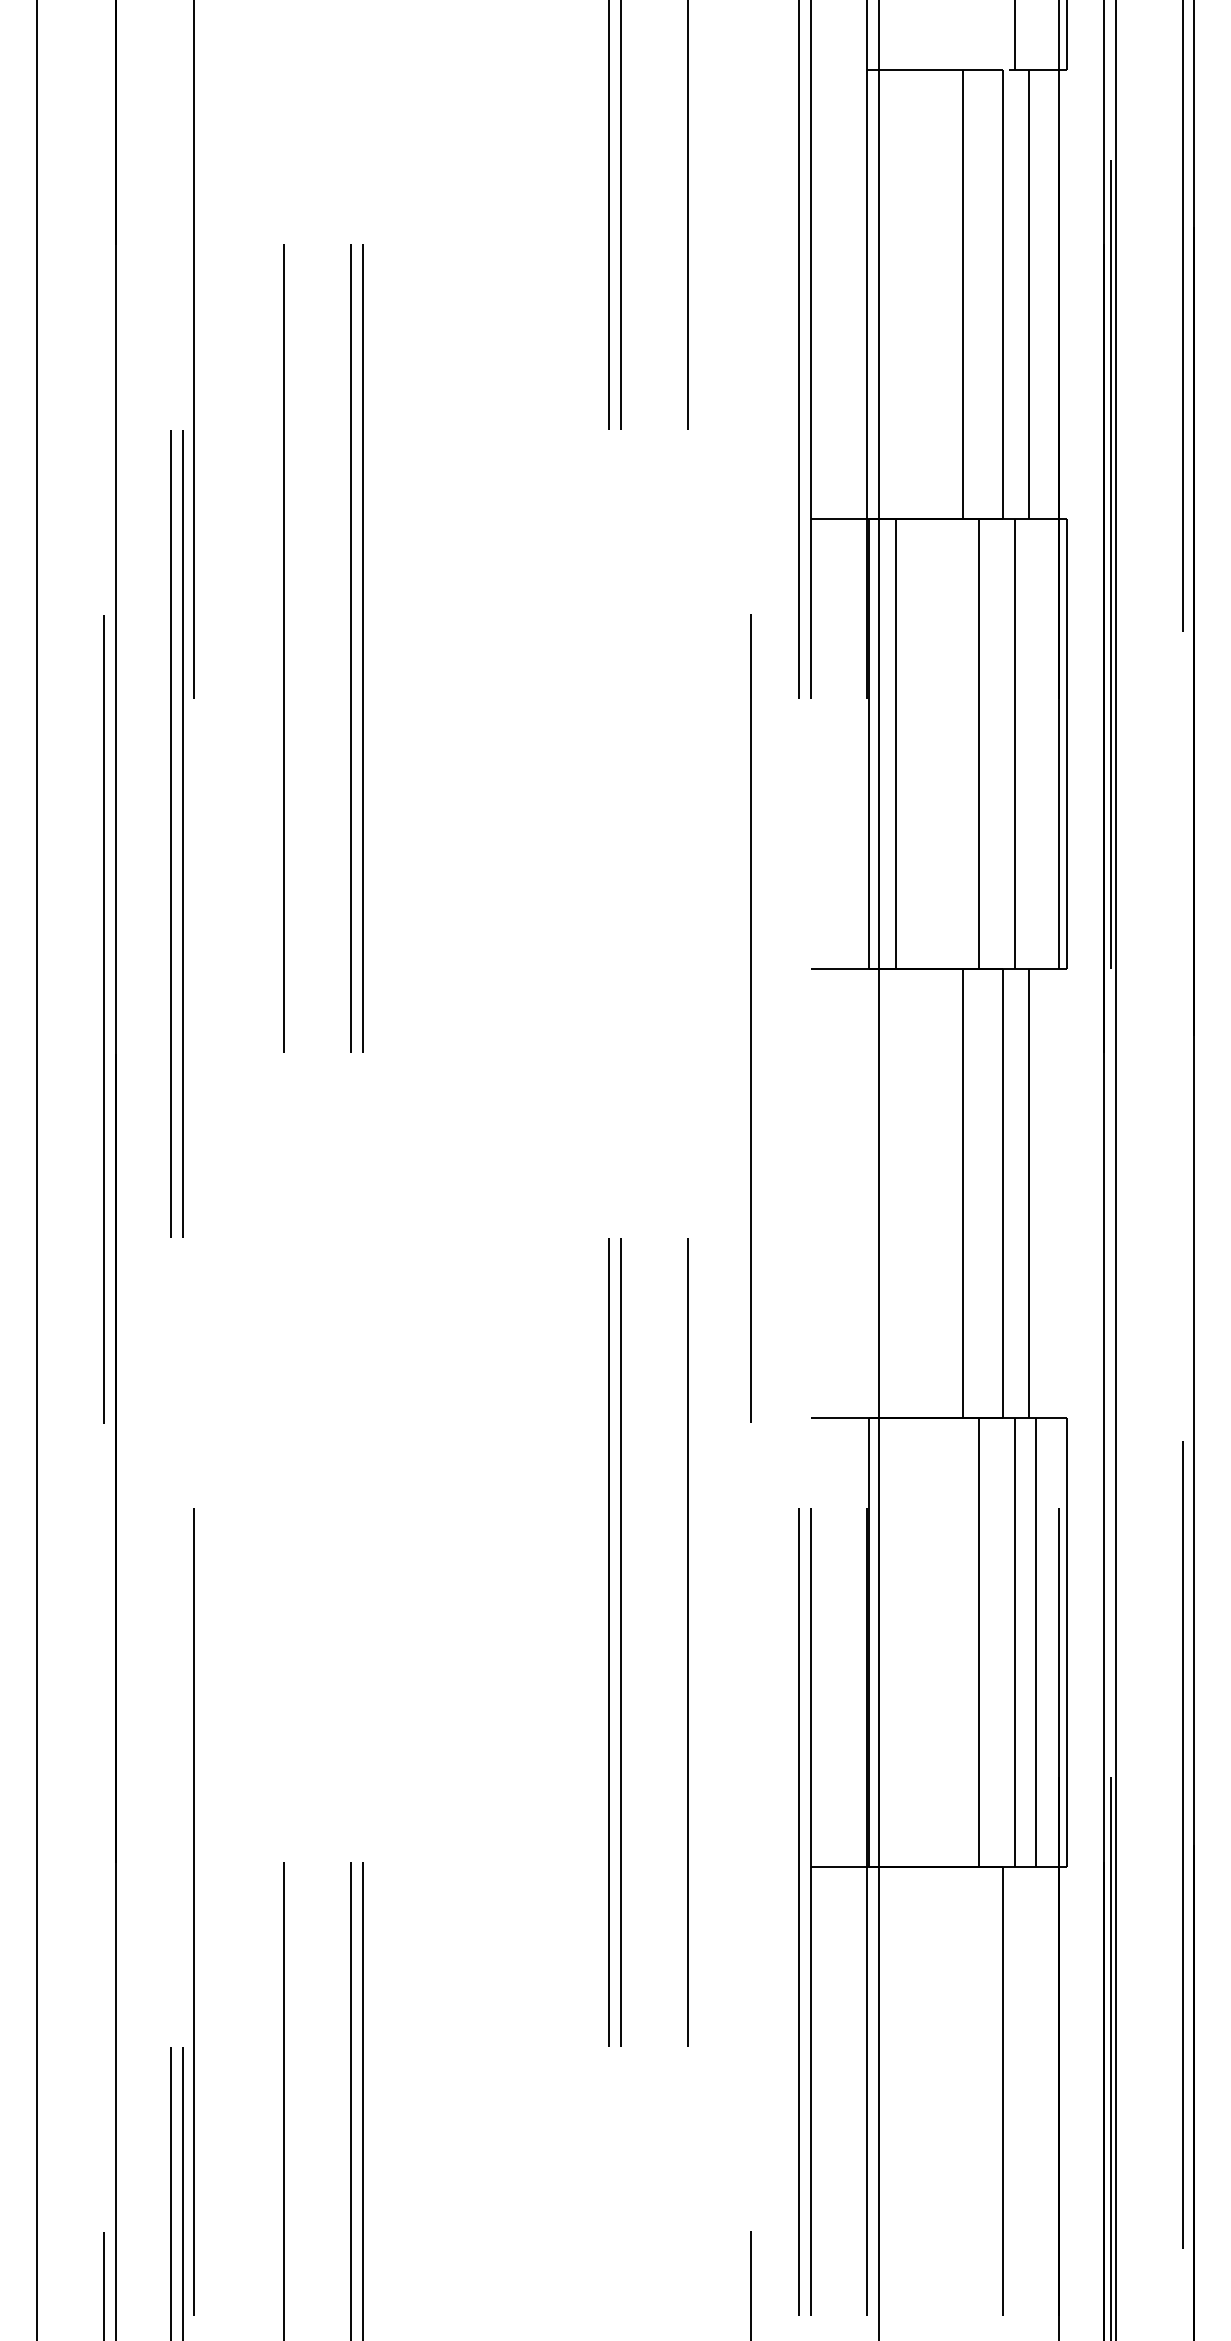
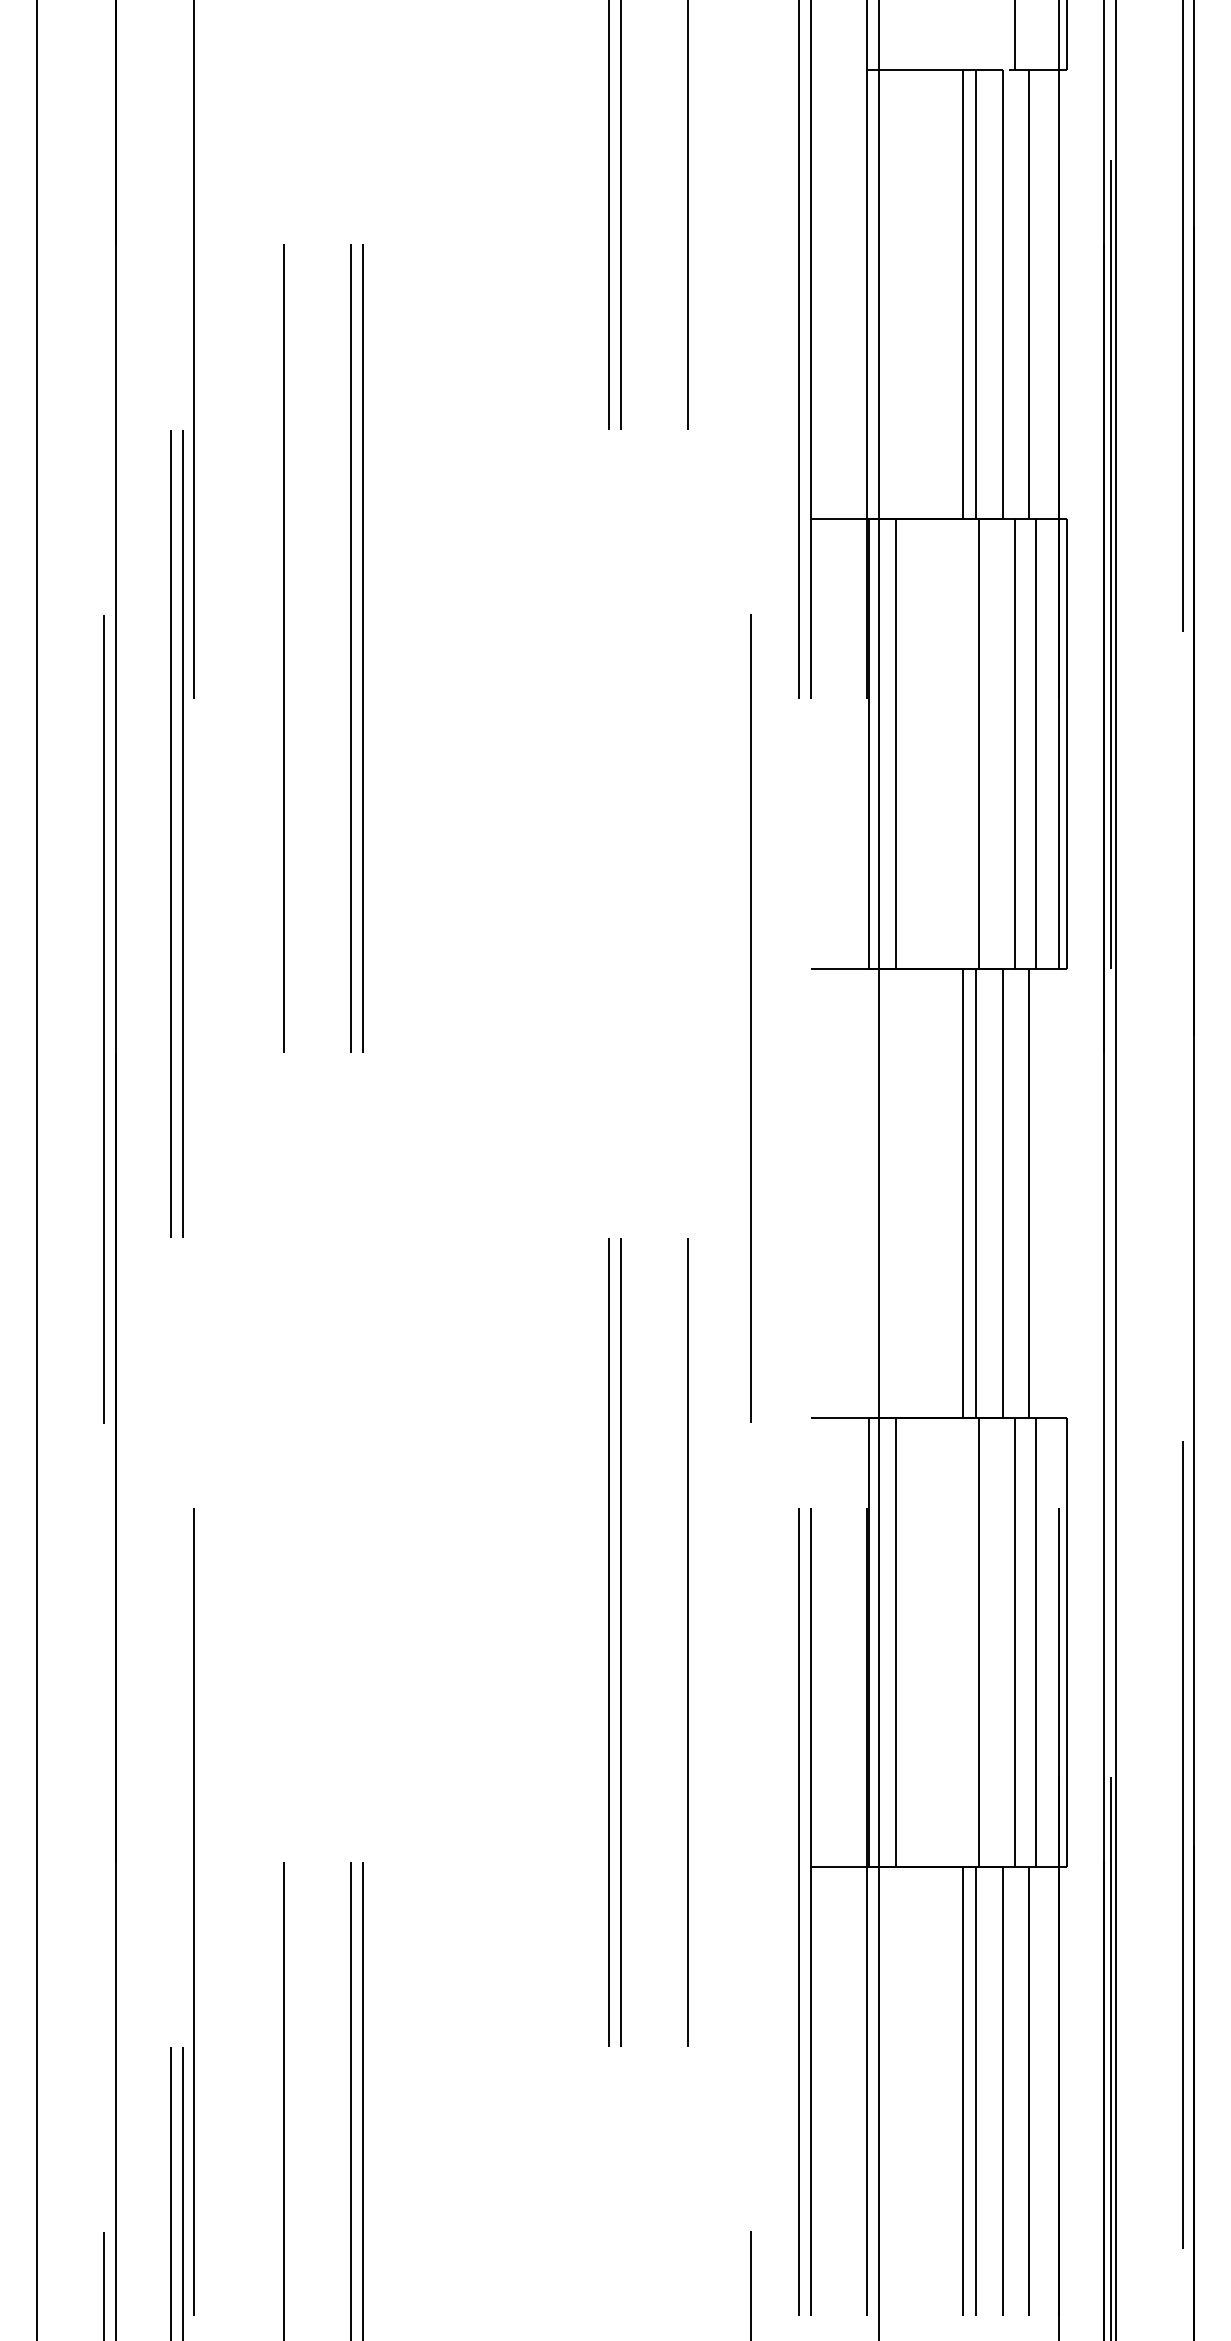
line at (976, 294): none -> present
line at (1035, 743): none -> present
line at (976, 1192): none -> present
line at (896, 1642): none -> present
line at (963, 2091): none -> present
line at (976, 2091): none -> present
line at (1028, 2091): none -> present
